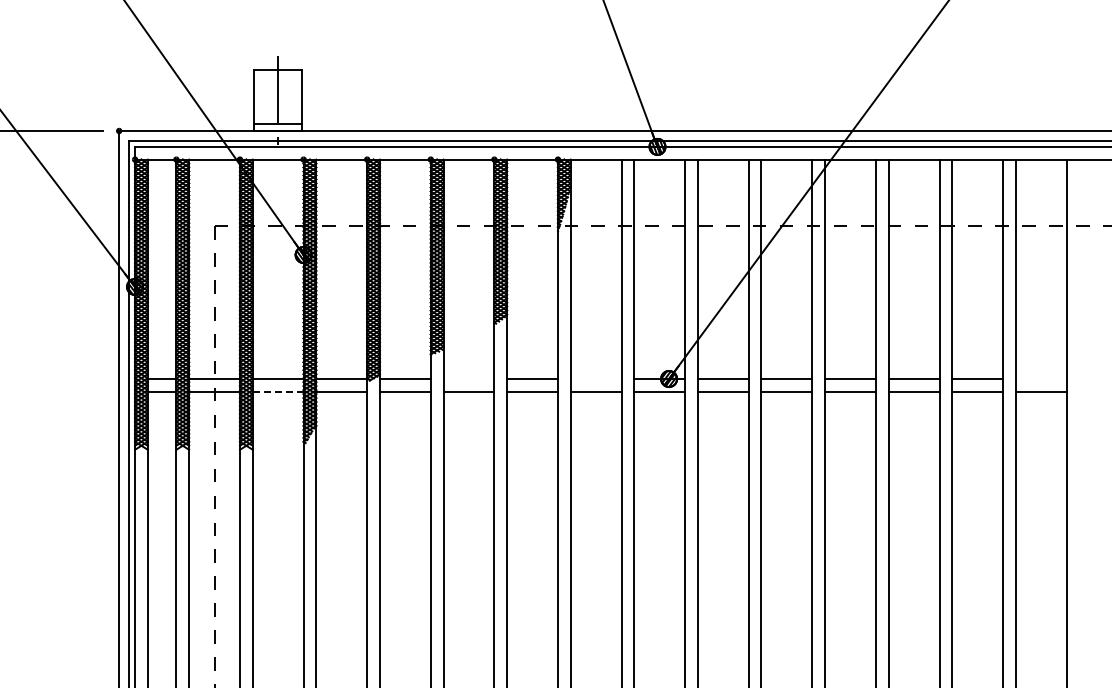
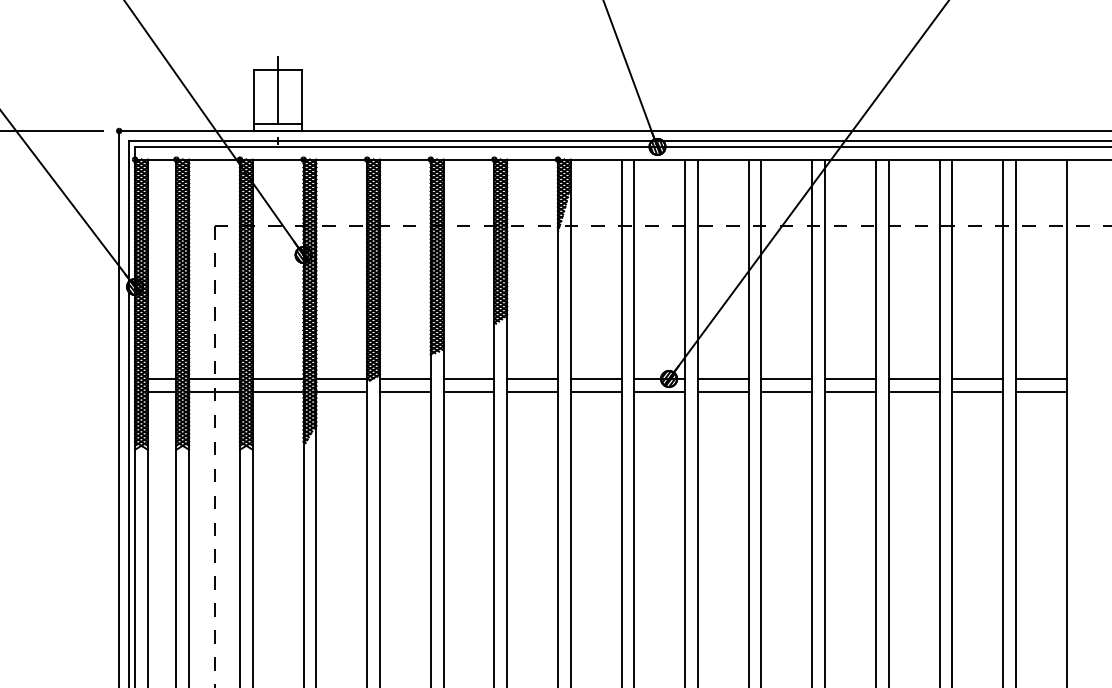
line at (468, 379): none -> present
line at (595, 379): none -> present
line at (1040, 379): none -> present
line at (278, 391): dashed -> solid
